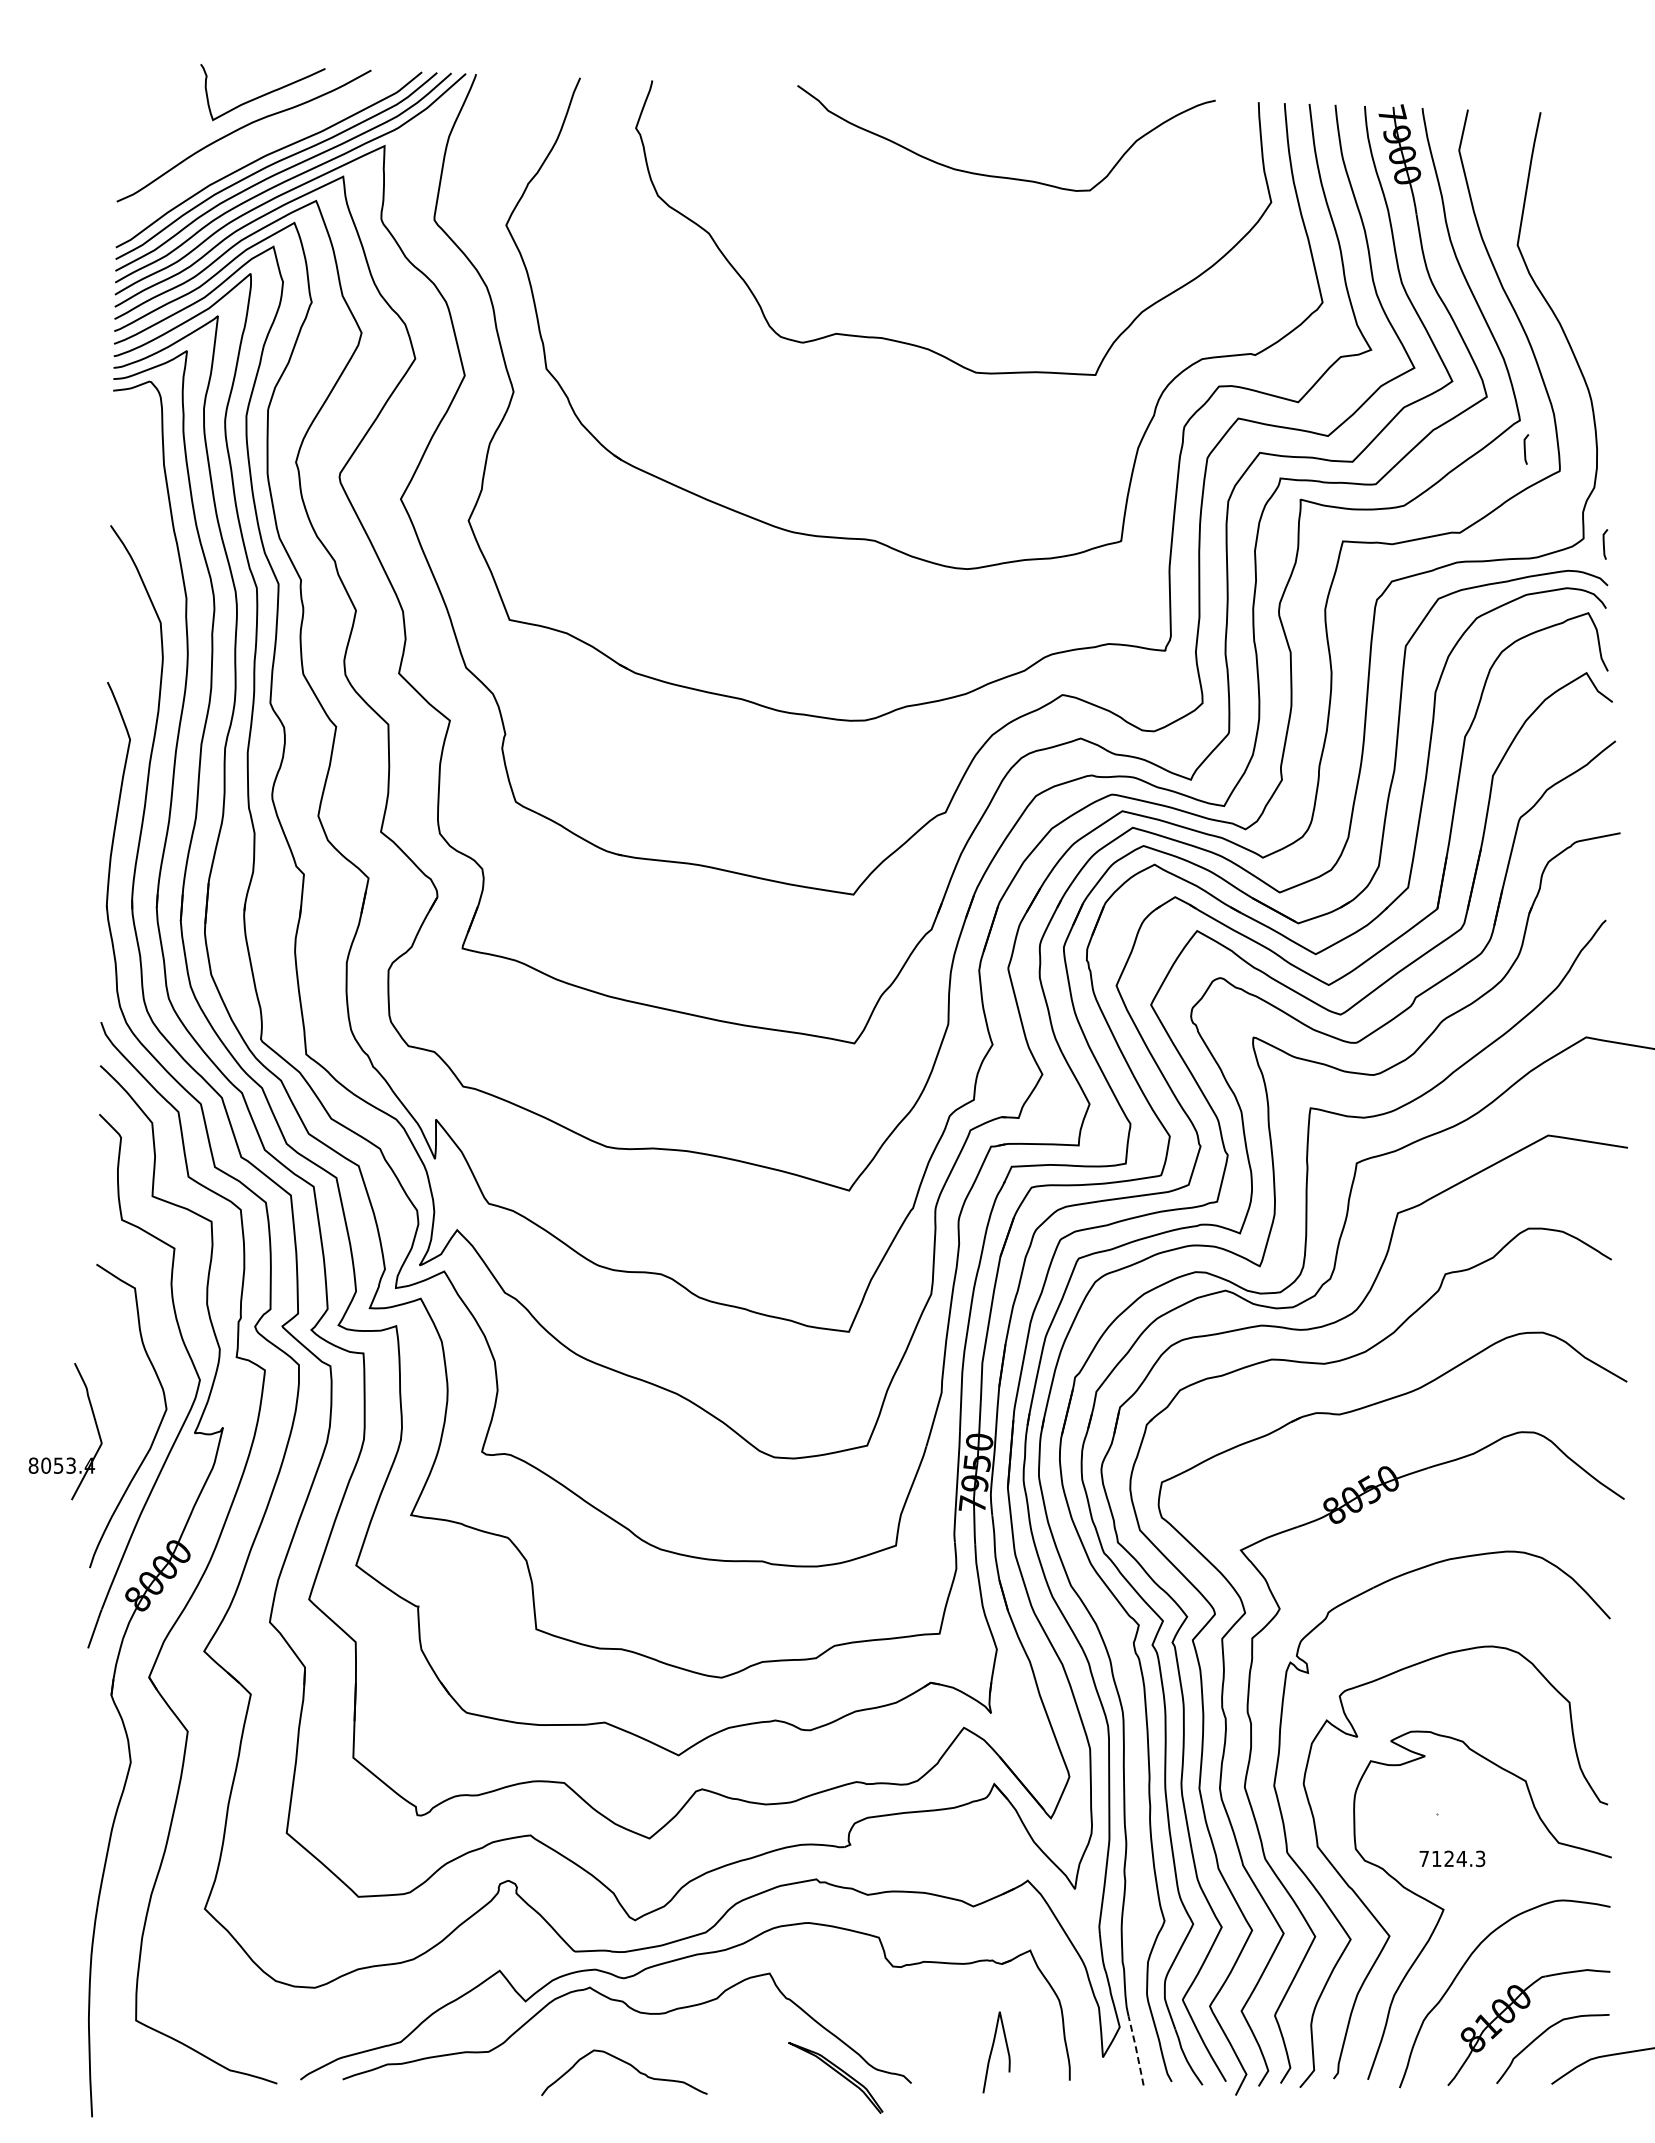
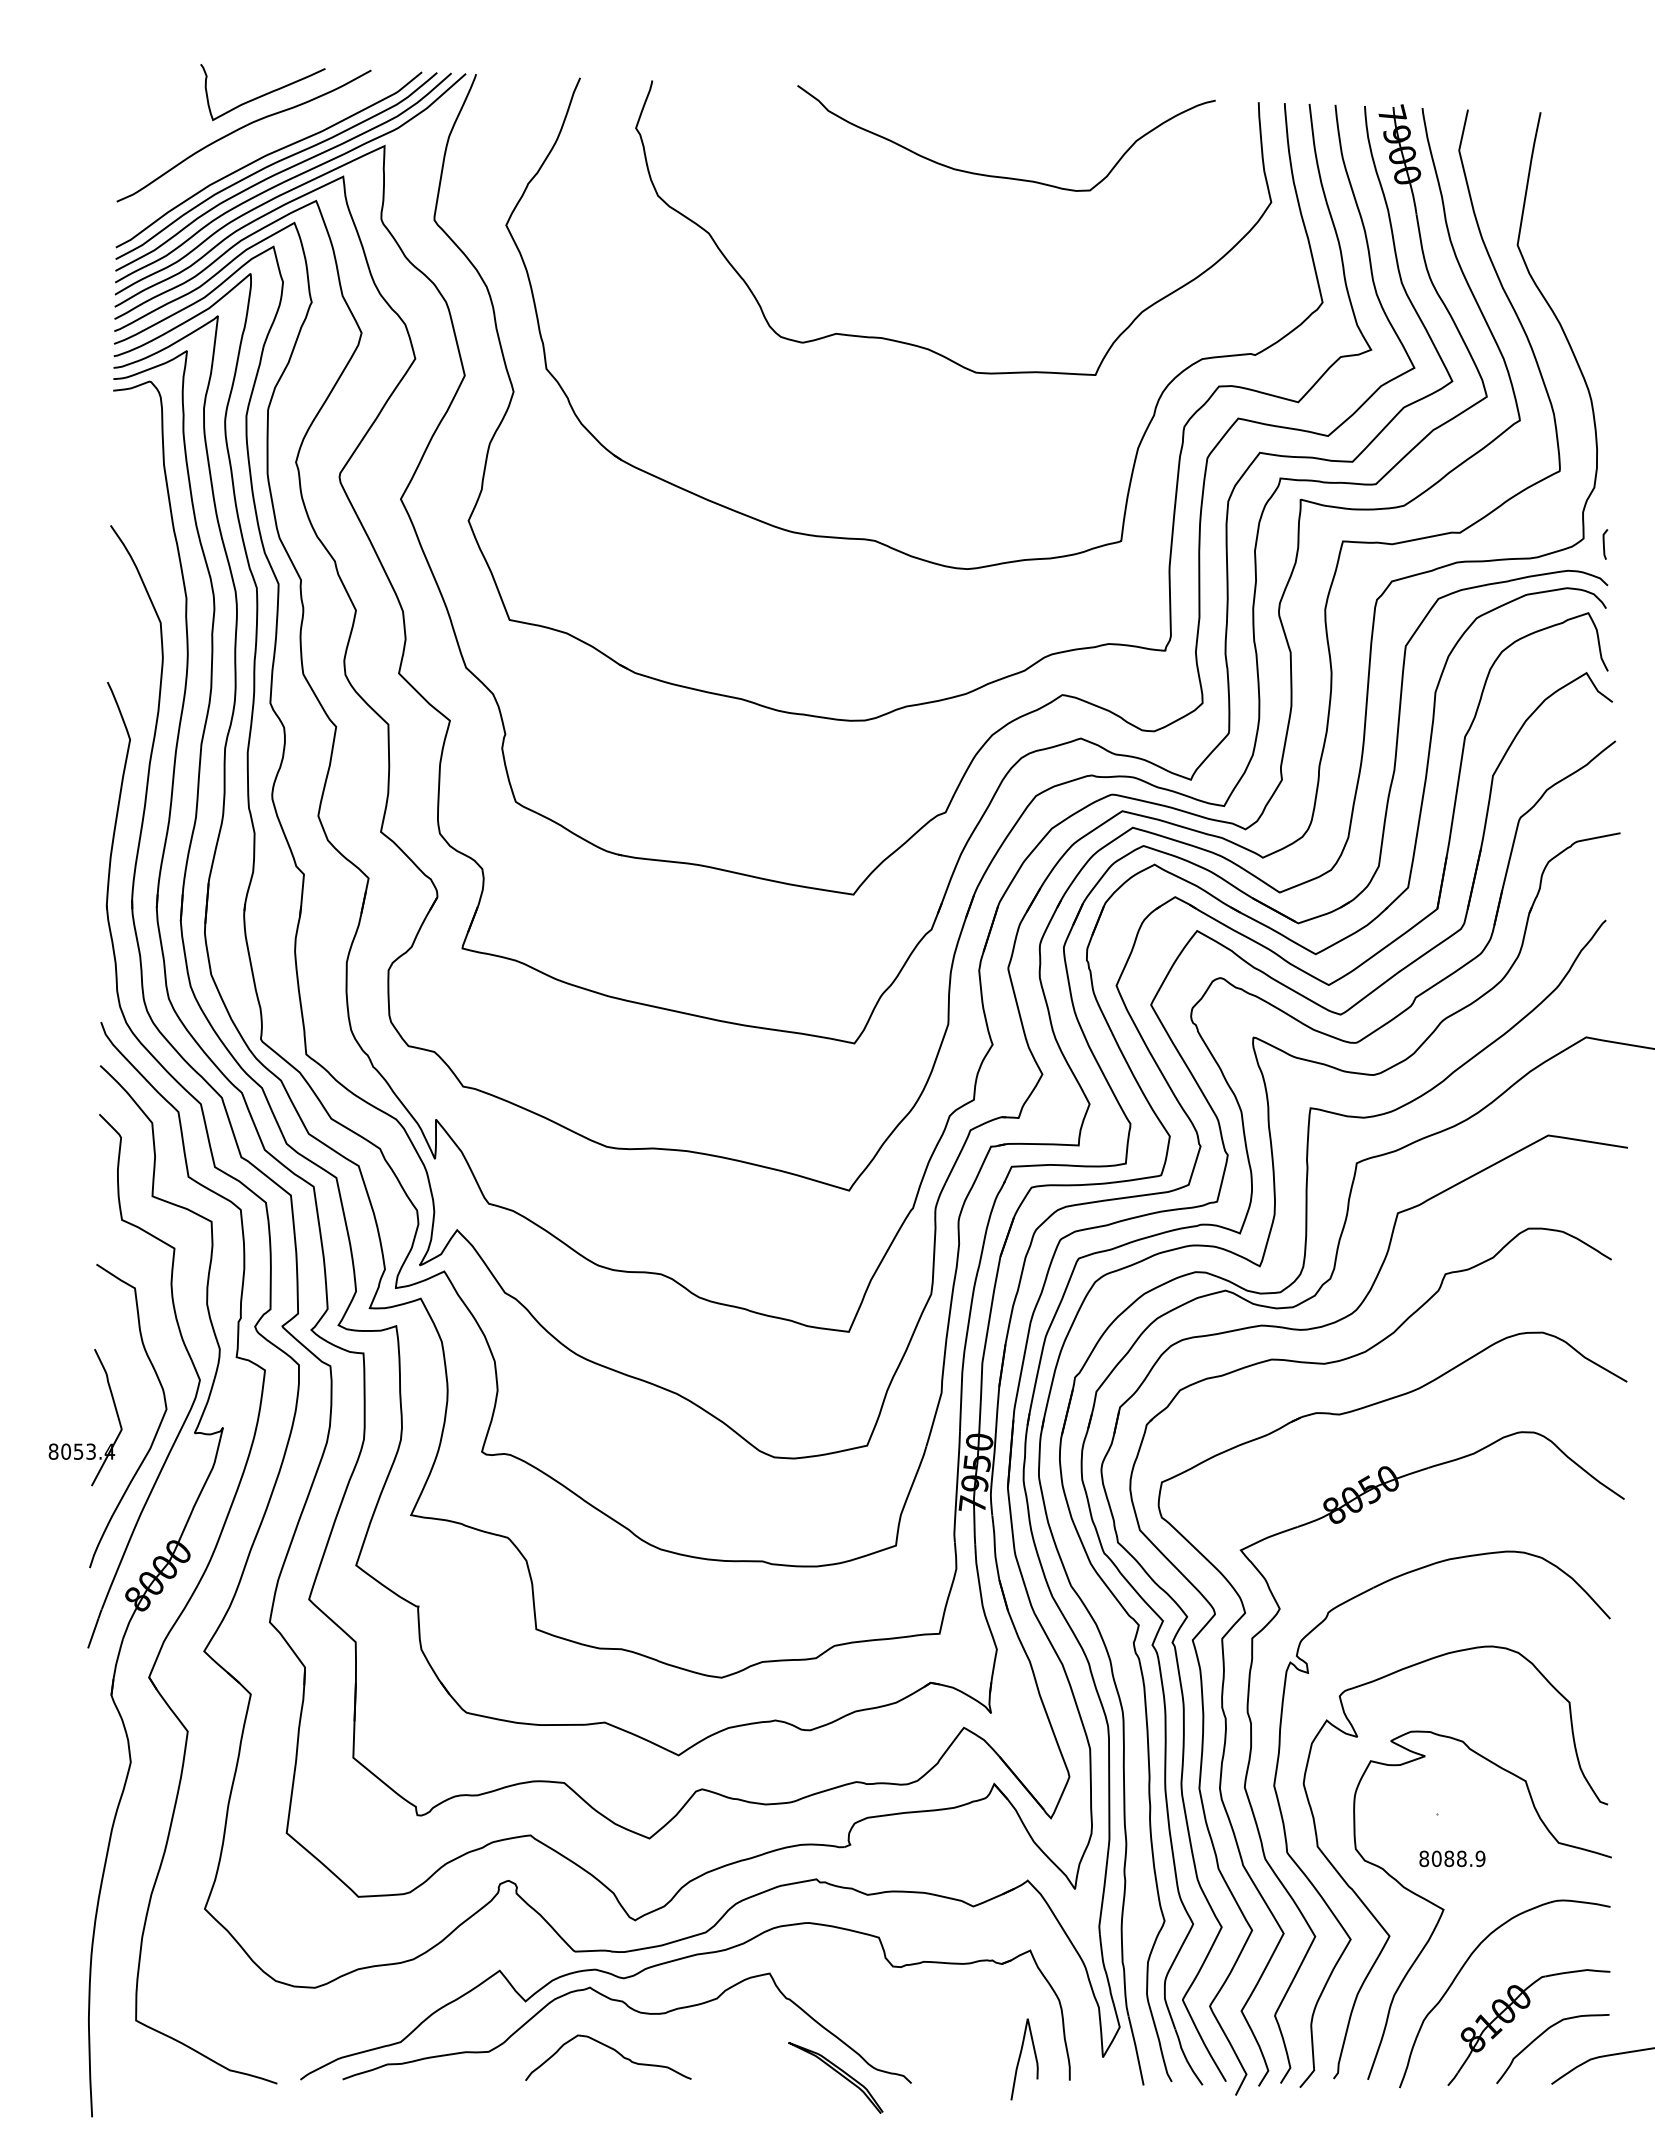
curve at (1525, 449): present -> none
part at (68, 1457) position: (68, 1457) -> (88, 1443)
text at (1452, 1858): 7124.3 -> 8088.9
line at (1136, 2049): dashed -> solid
curve at (992, 2051) position: (992, 2051) -> (1020, 2058)
curve at (627, 2064) position: (627, 2064) -> (611, 2049)
